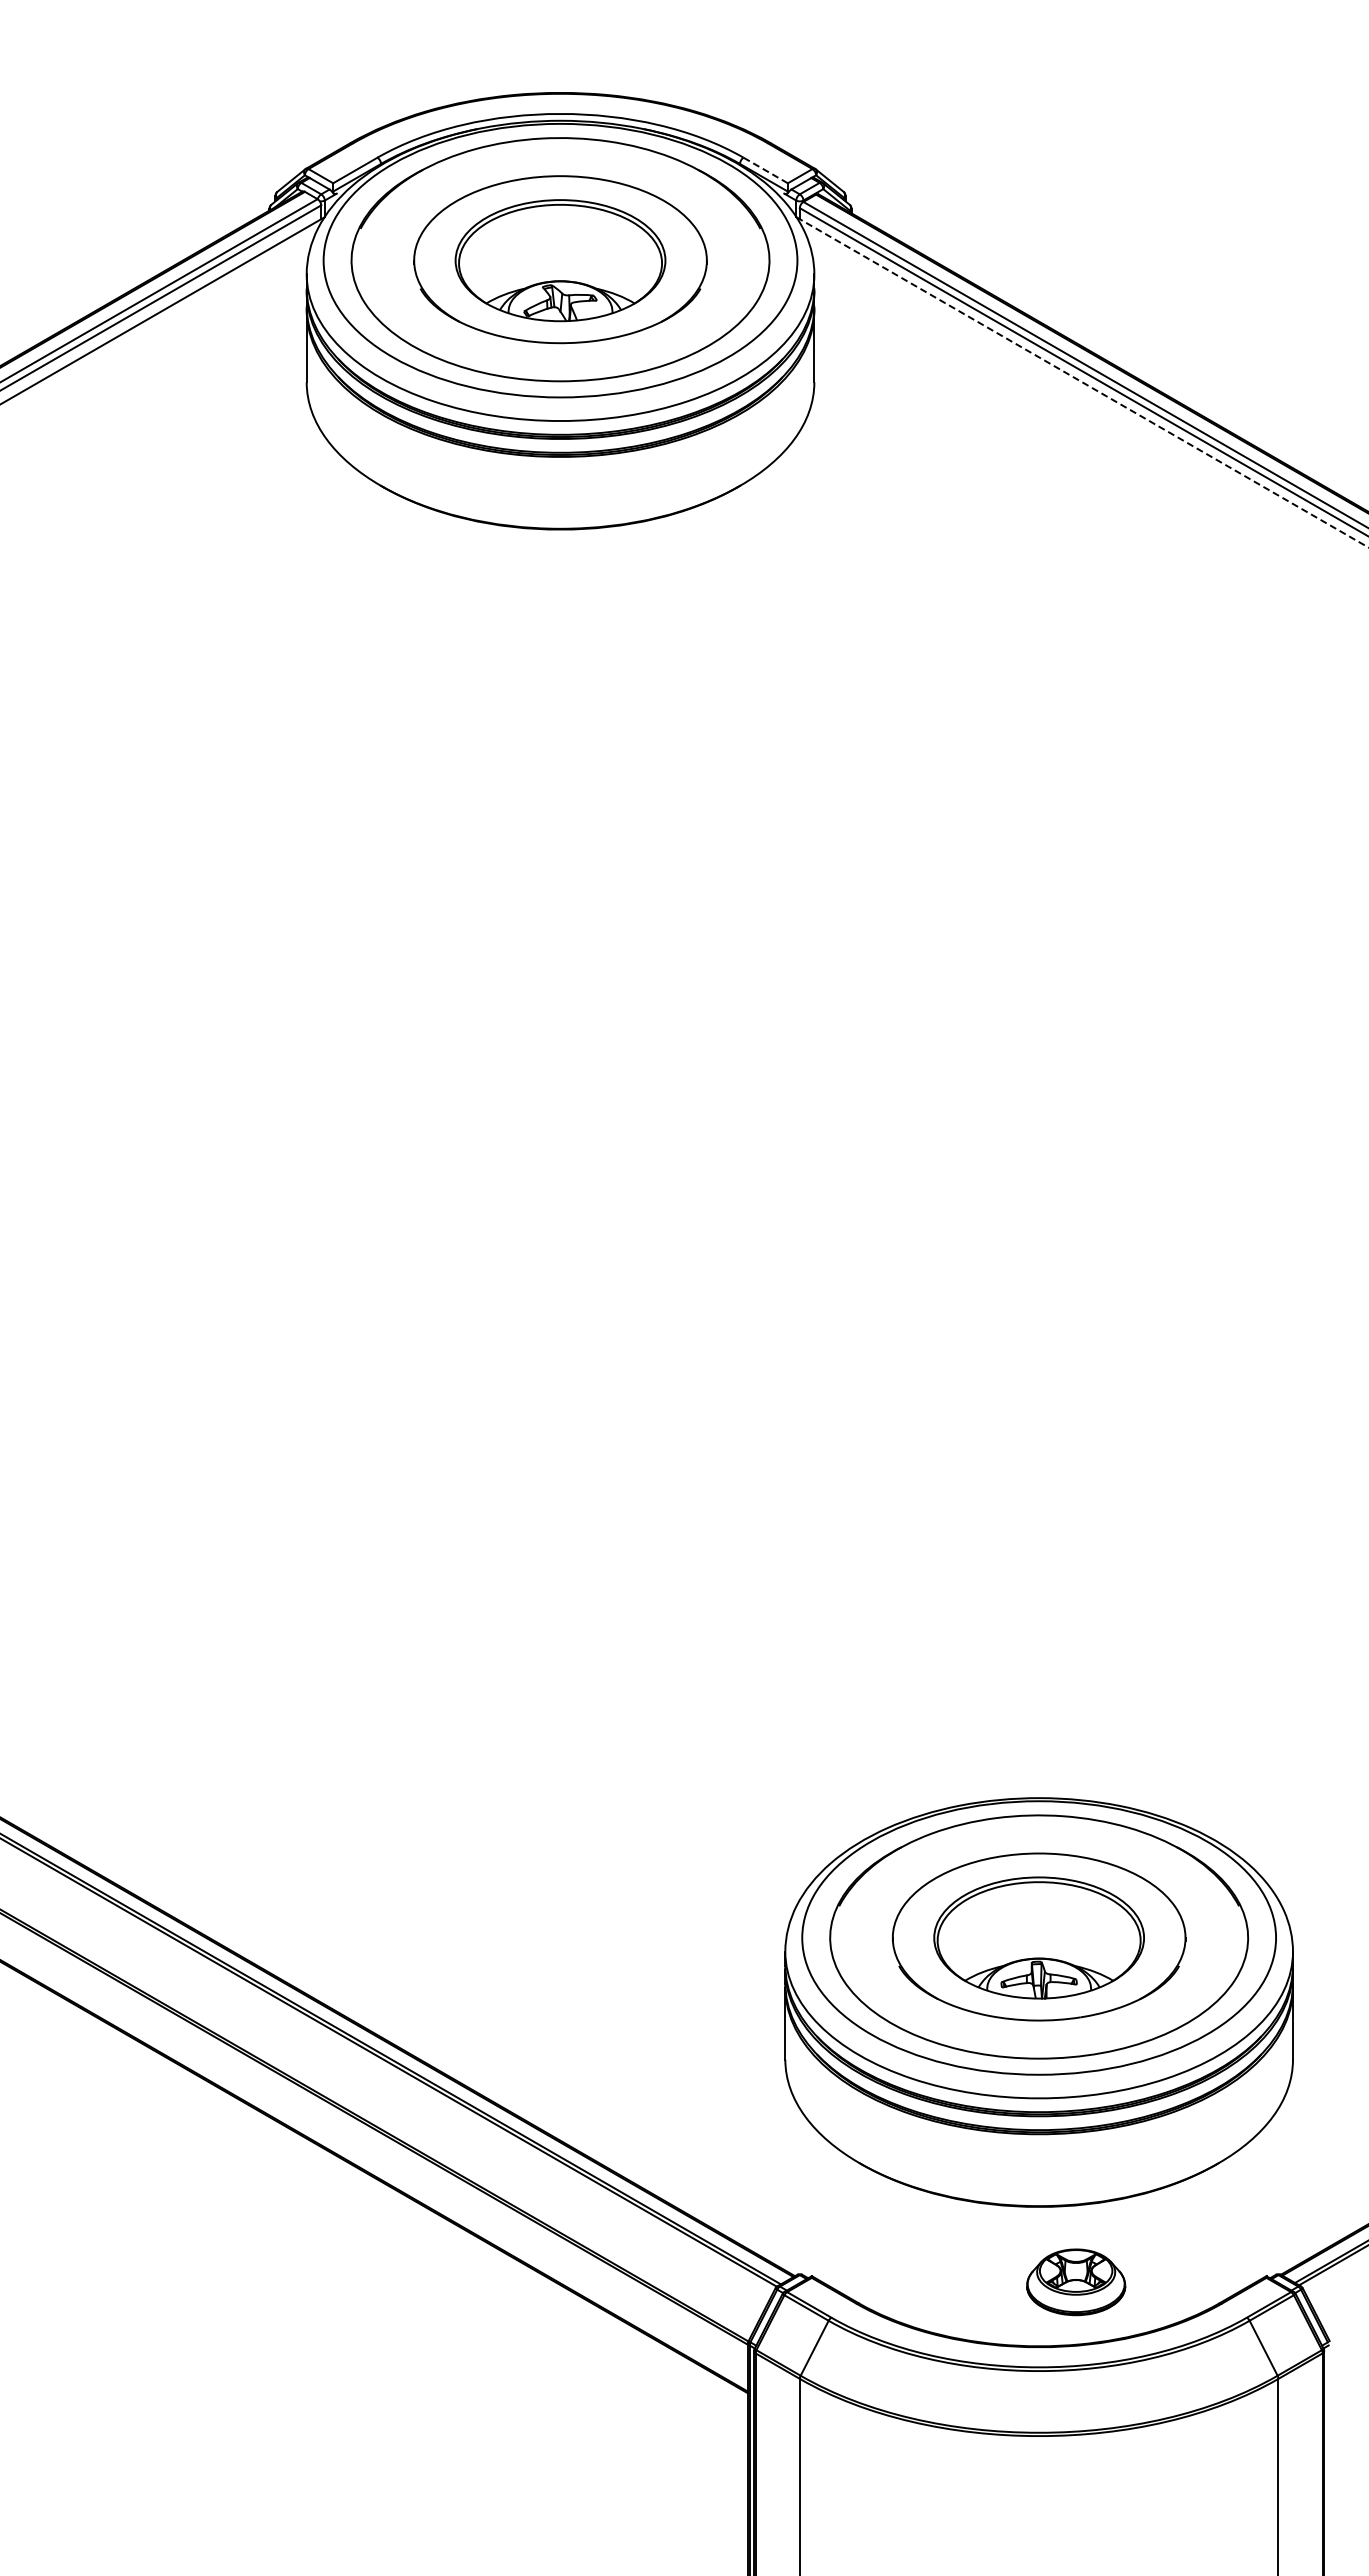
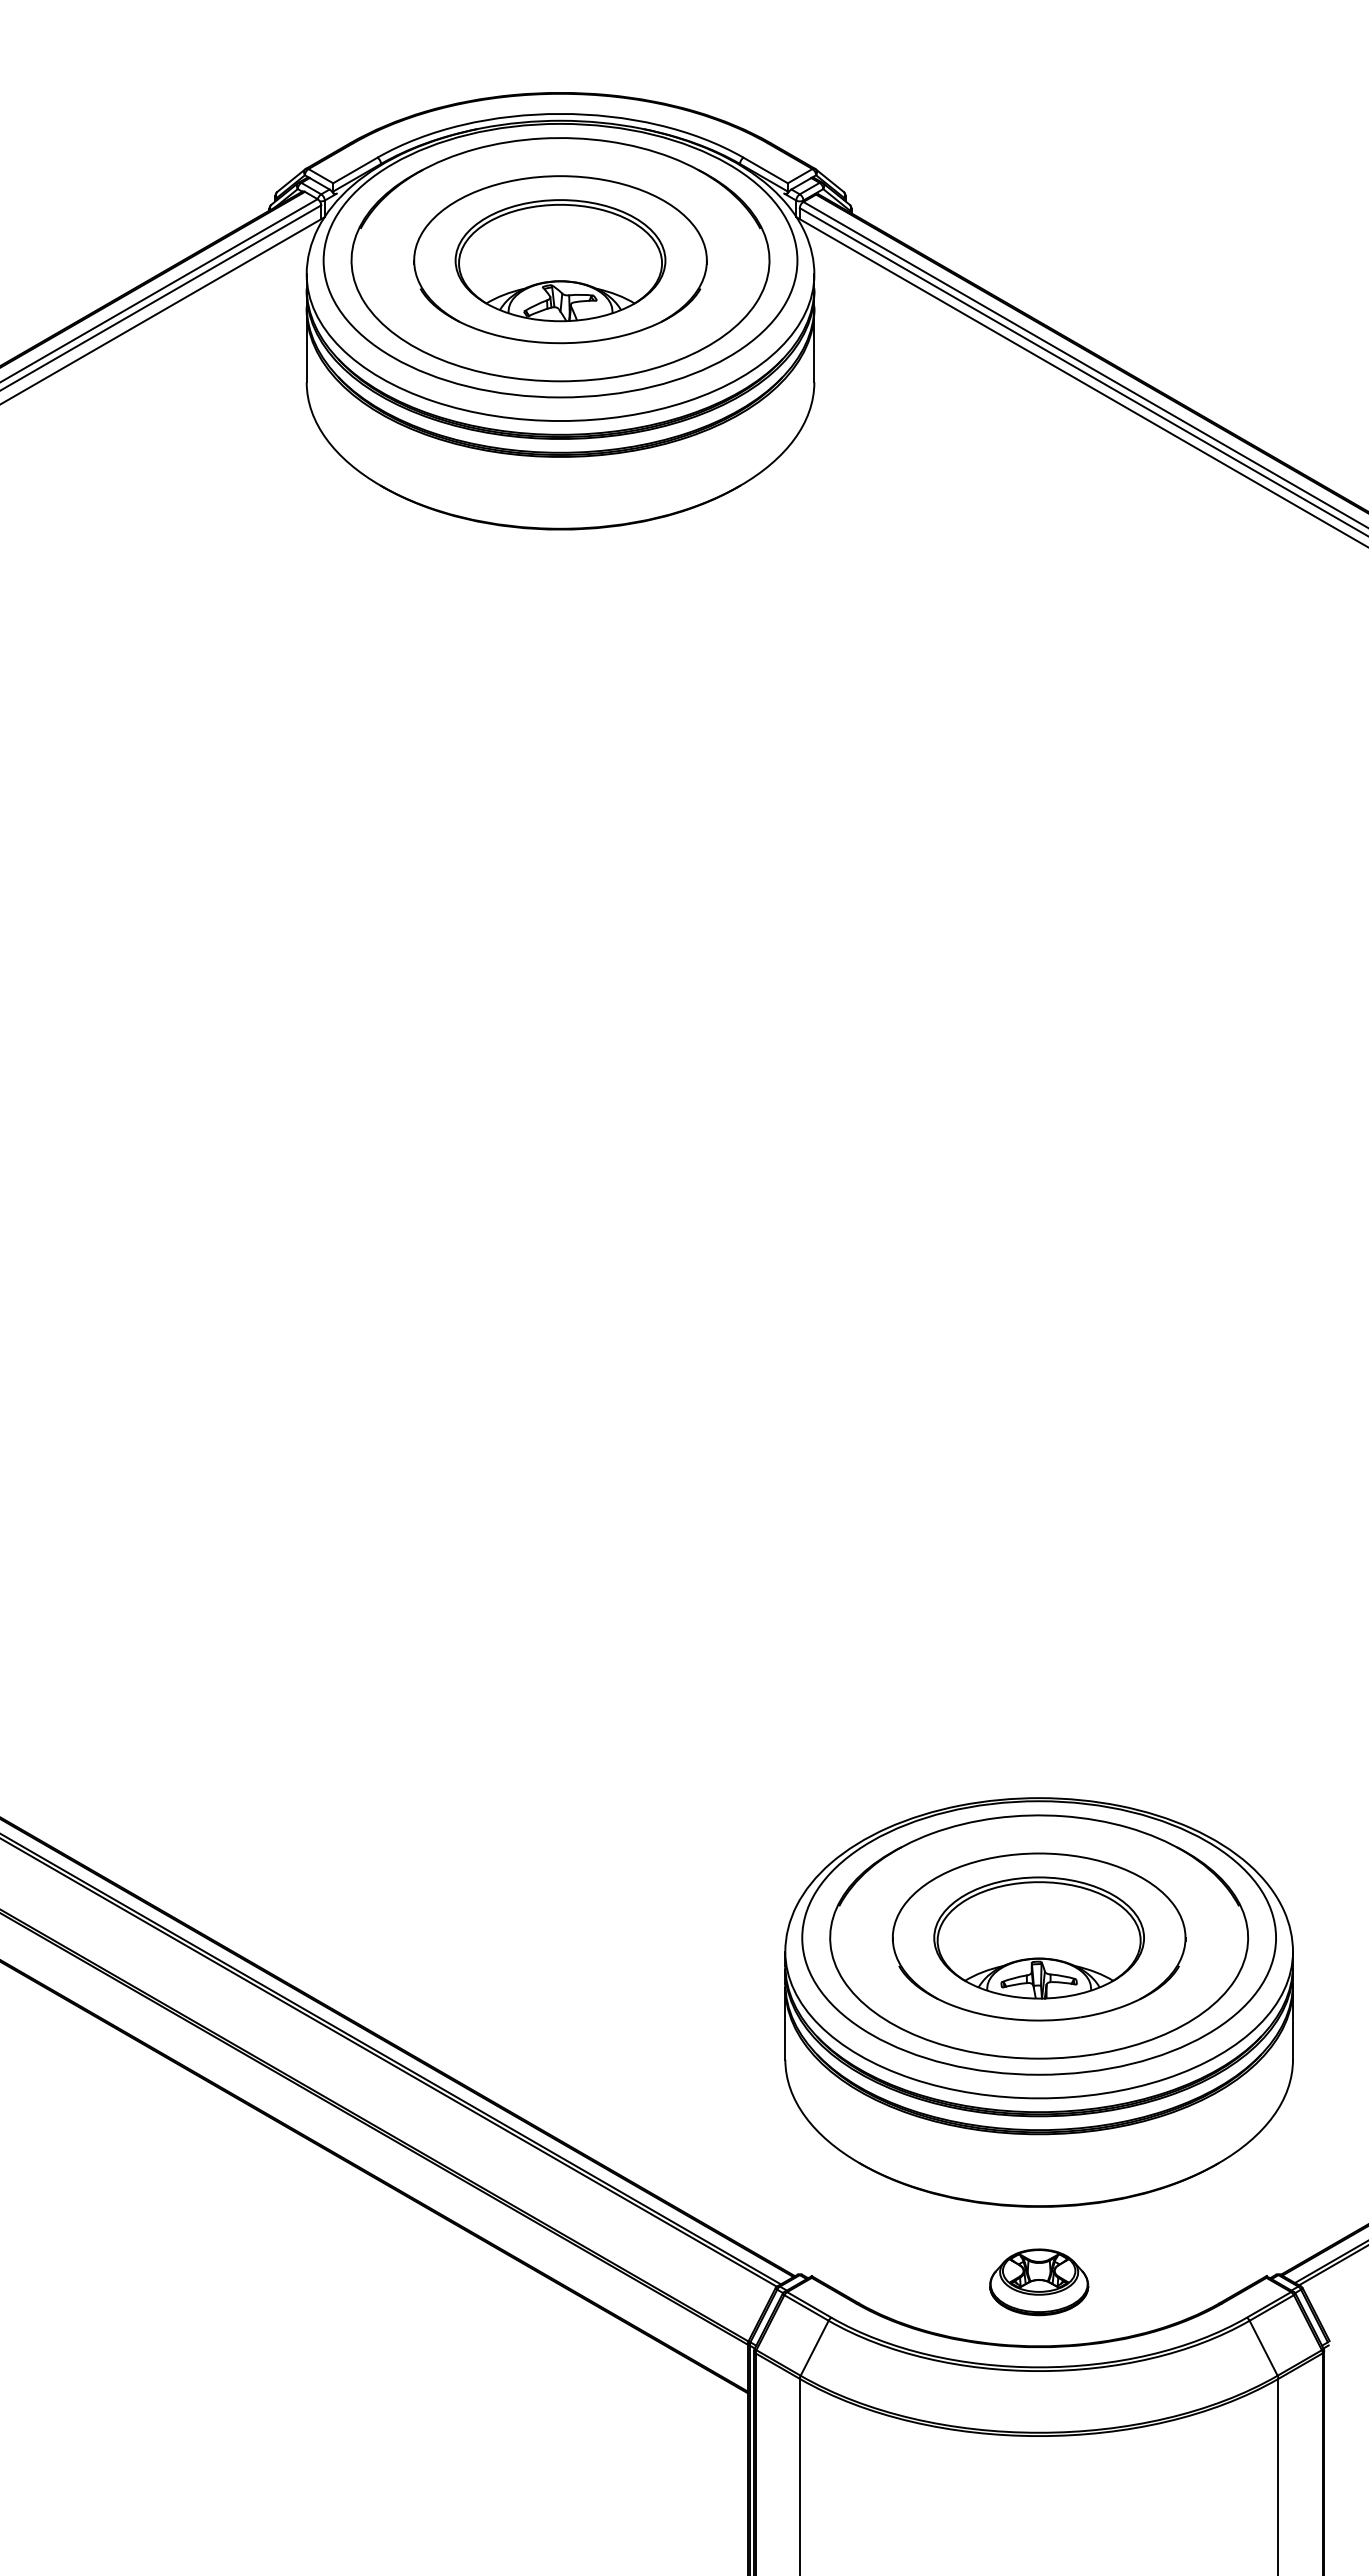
line at (765, 170): dashed -> solid
line at (1083, 382): dashed -> solid
part at (1076, 2282) position: (1076, 2282) -> (1039, 2282)
